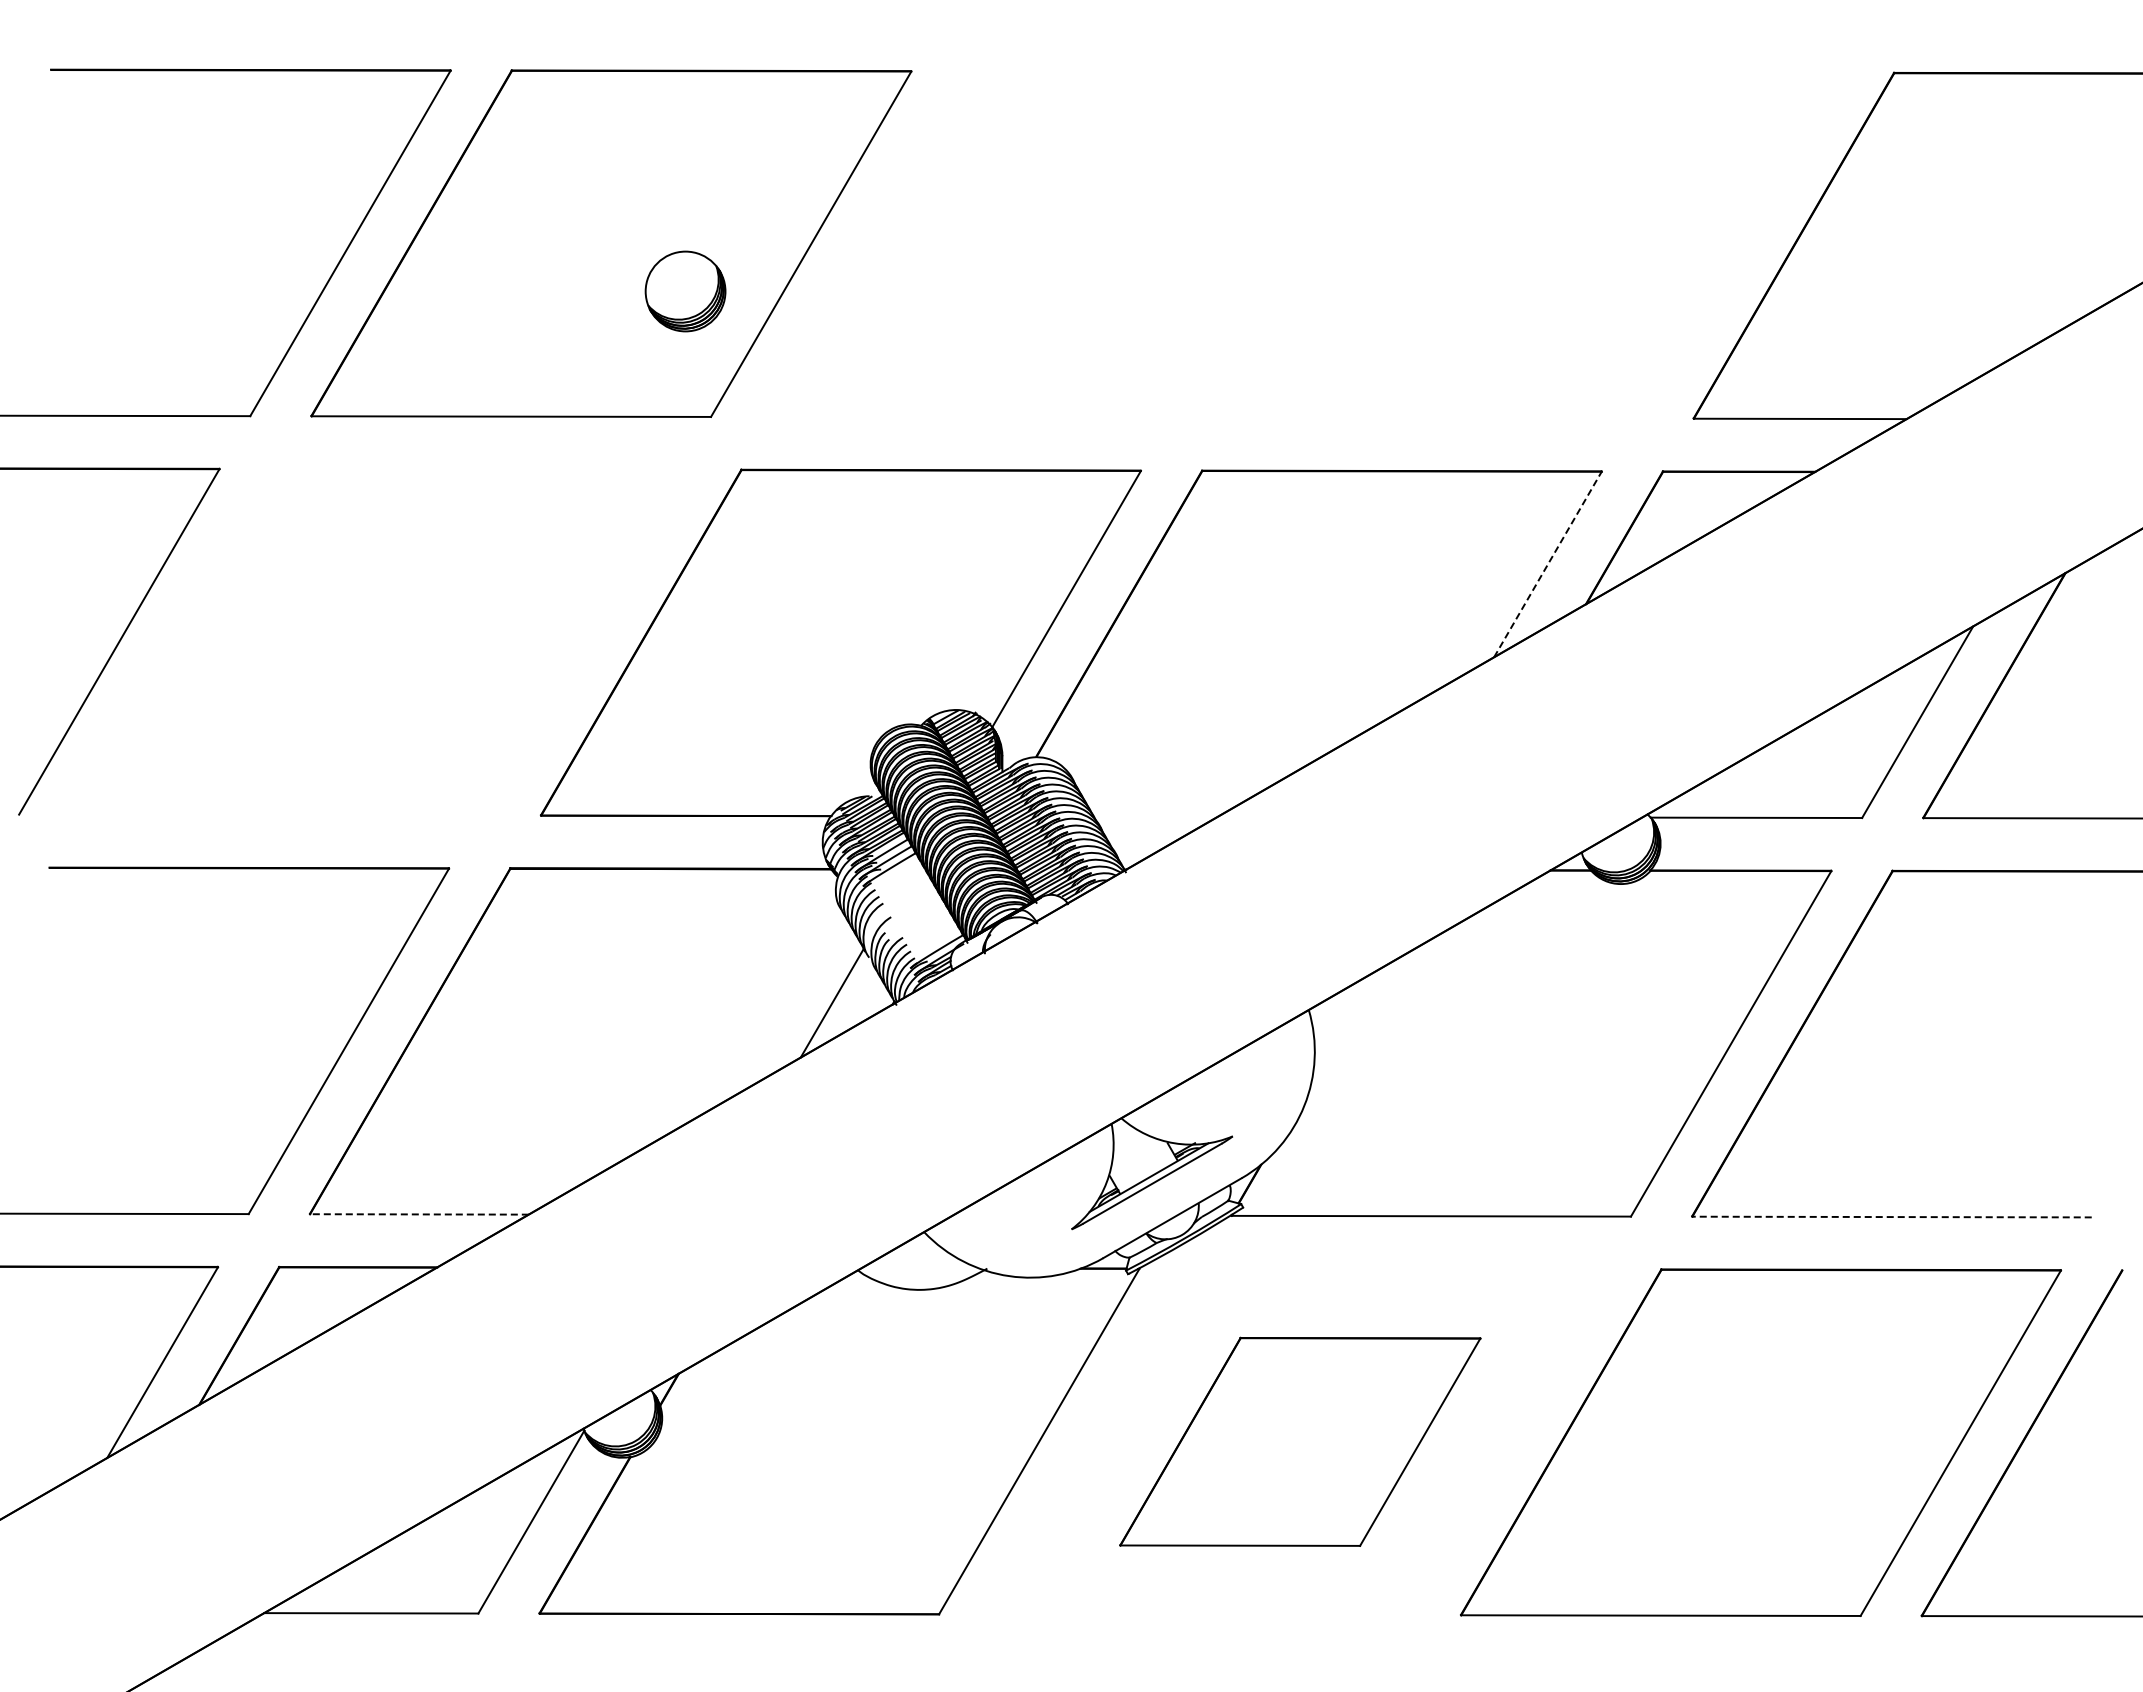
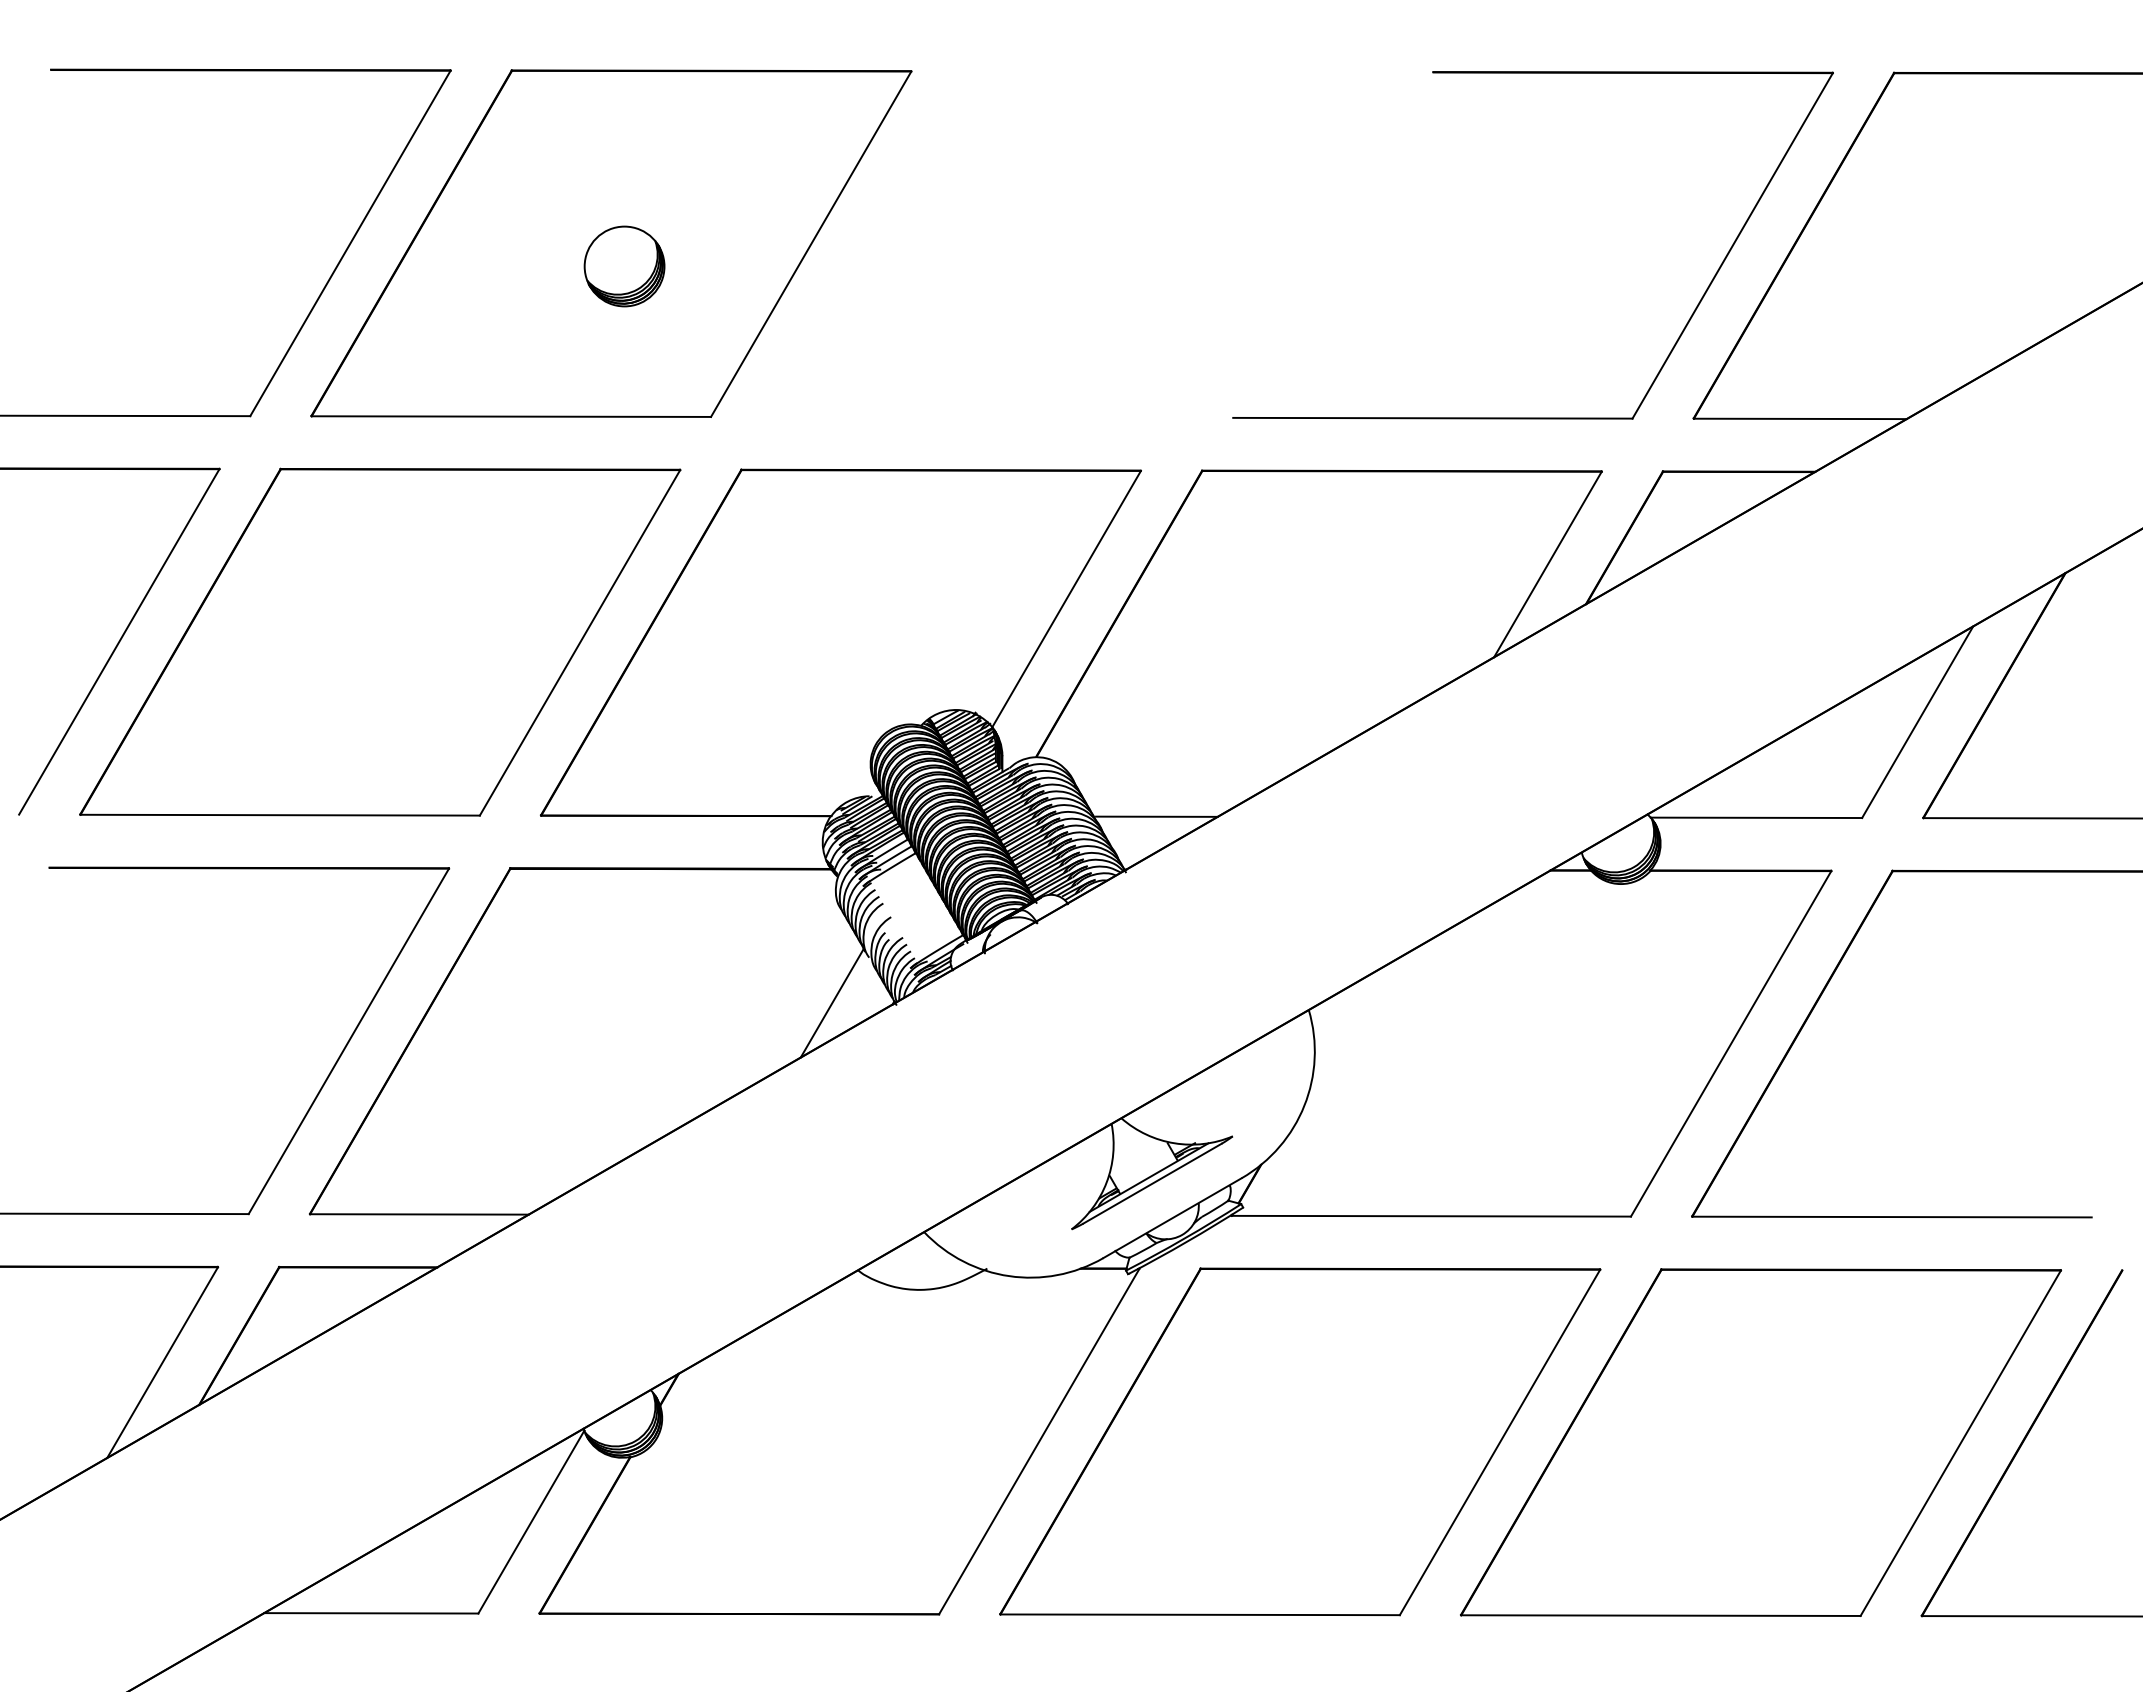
part at (1532, 73): none -> present
part at (685, 291) position: (685, 291) -> (624, 266)
line at (1548, 564): dashed -> solid
part at (380, 641): none -> present
line at (1156, 816): none -> present
line at (418, 1214): dashed -> solid
line at (1892, 1217): dashed -> solid
part at (1300, 1441) size: 363x211 px -> 603x350 px
